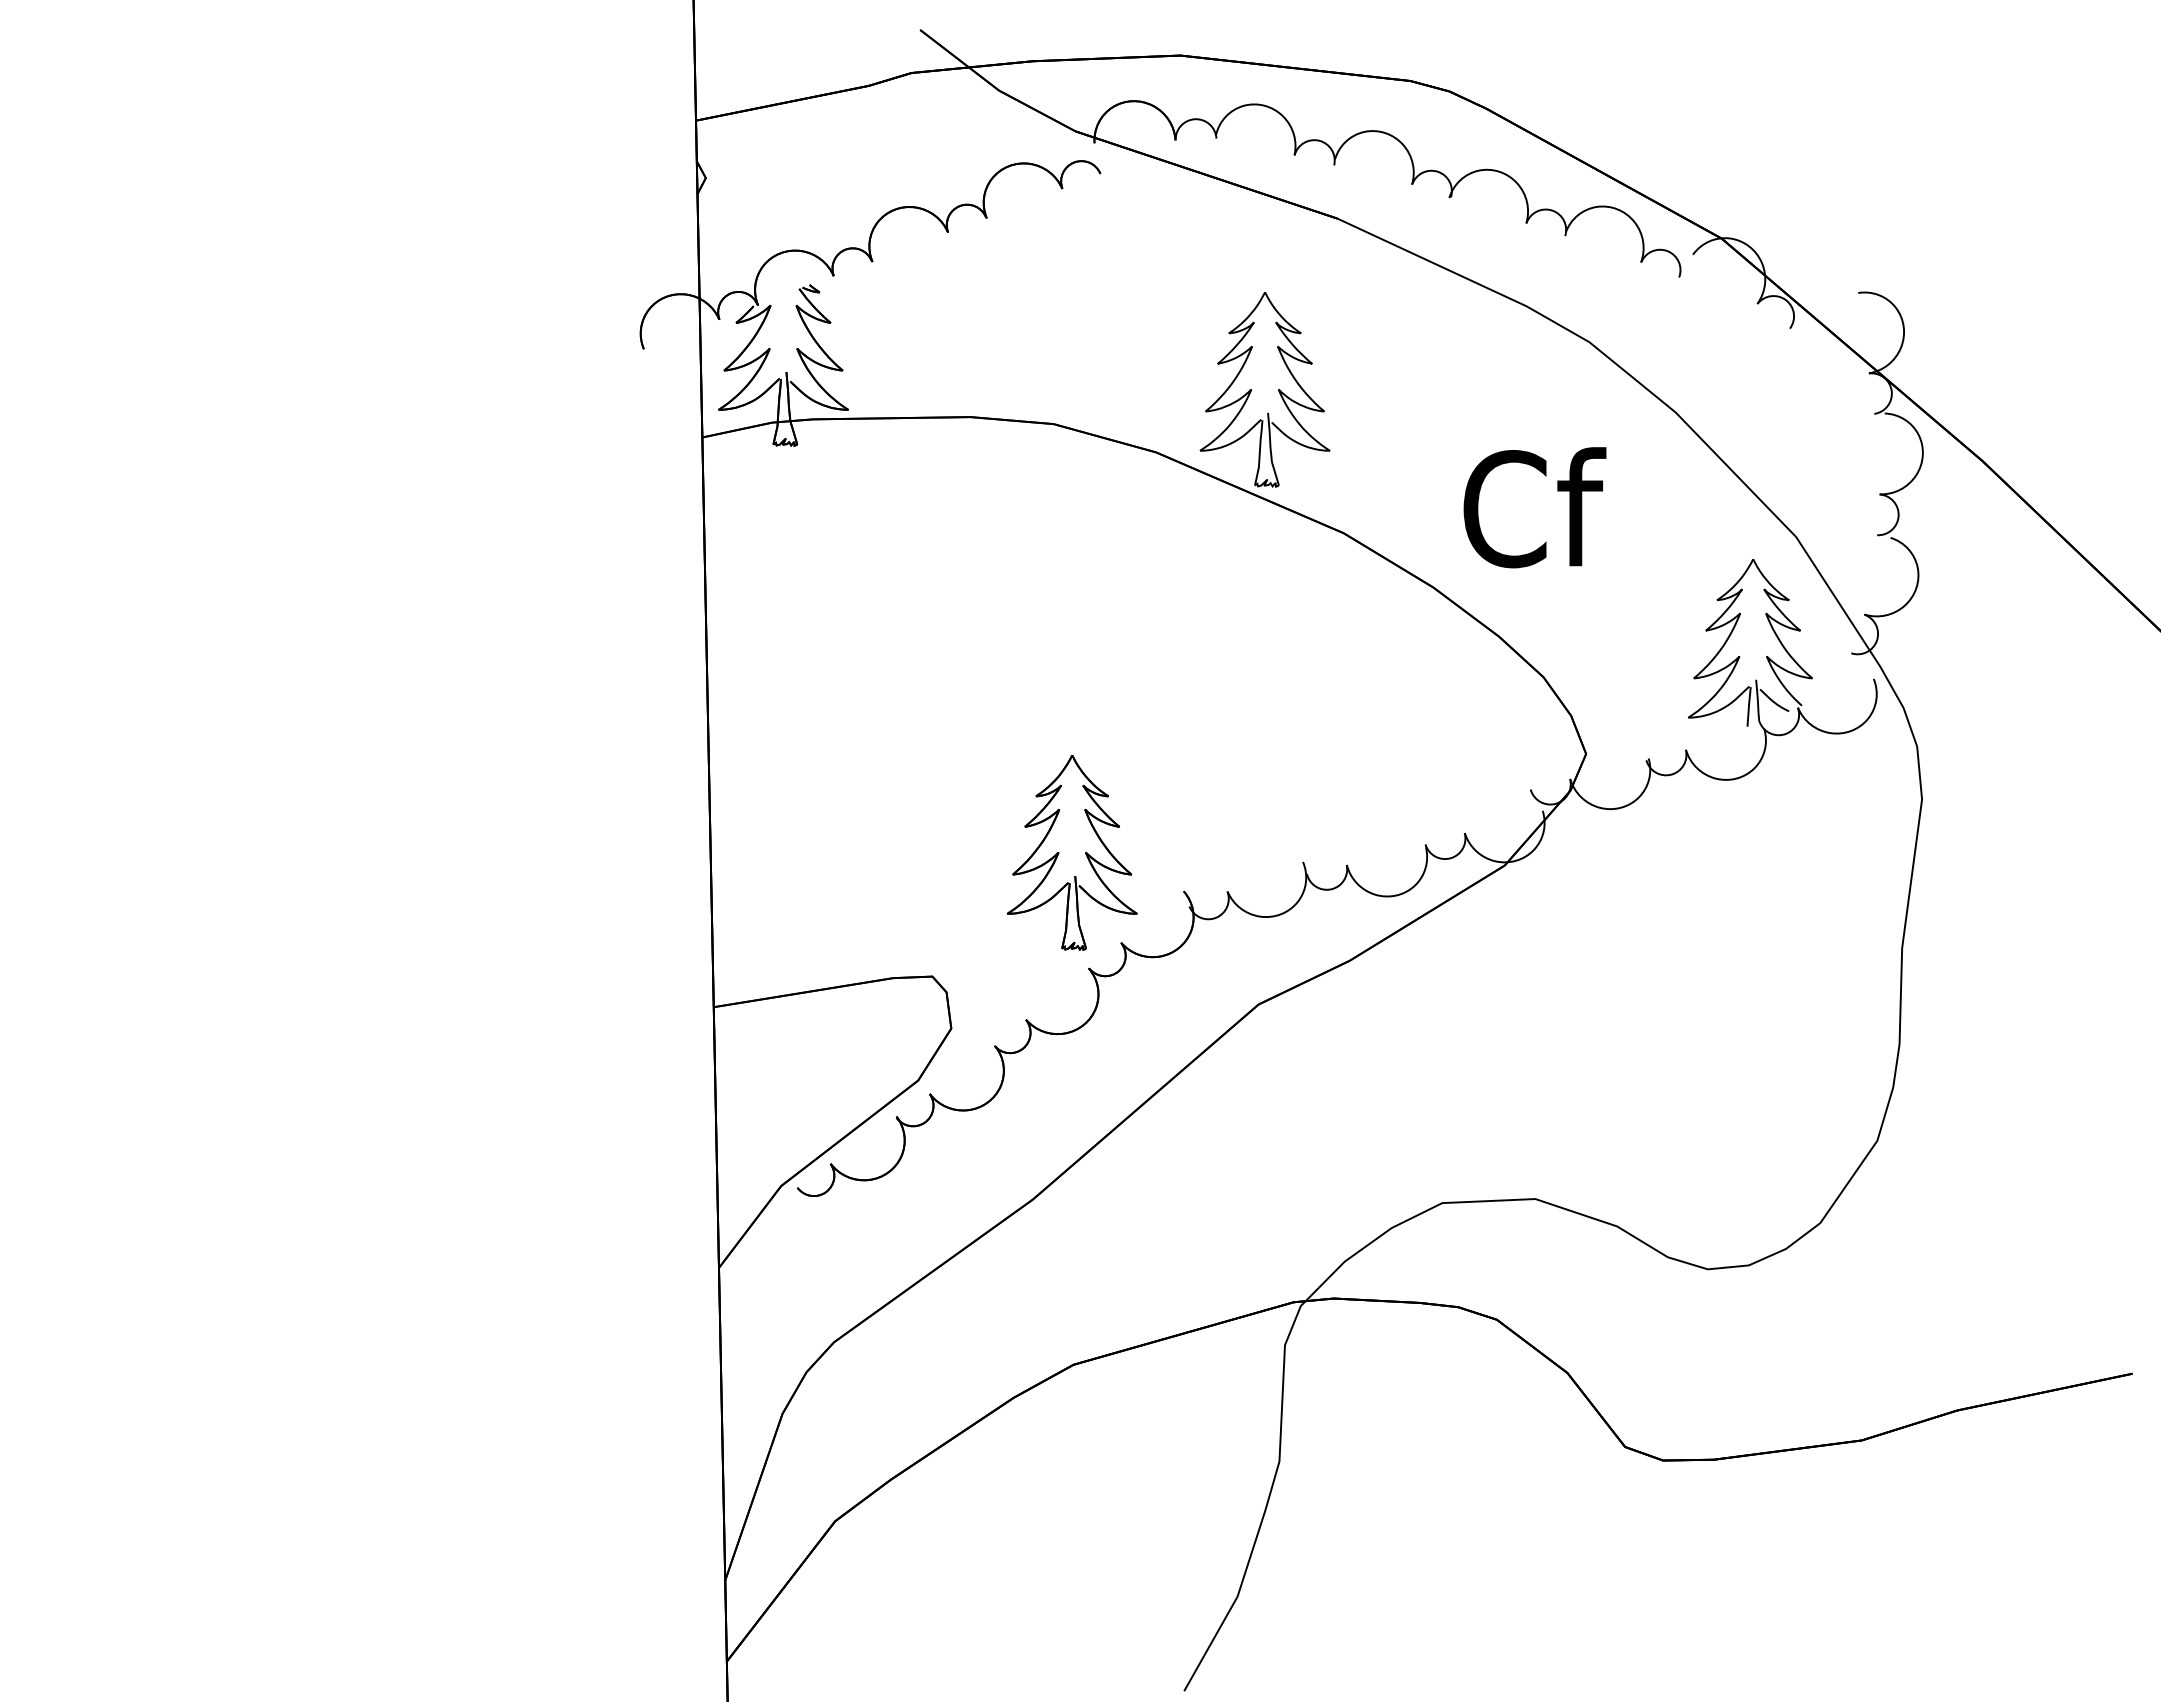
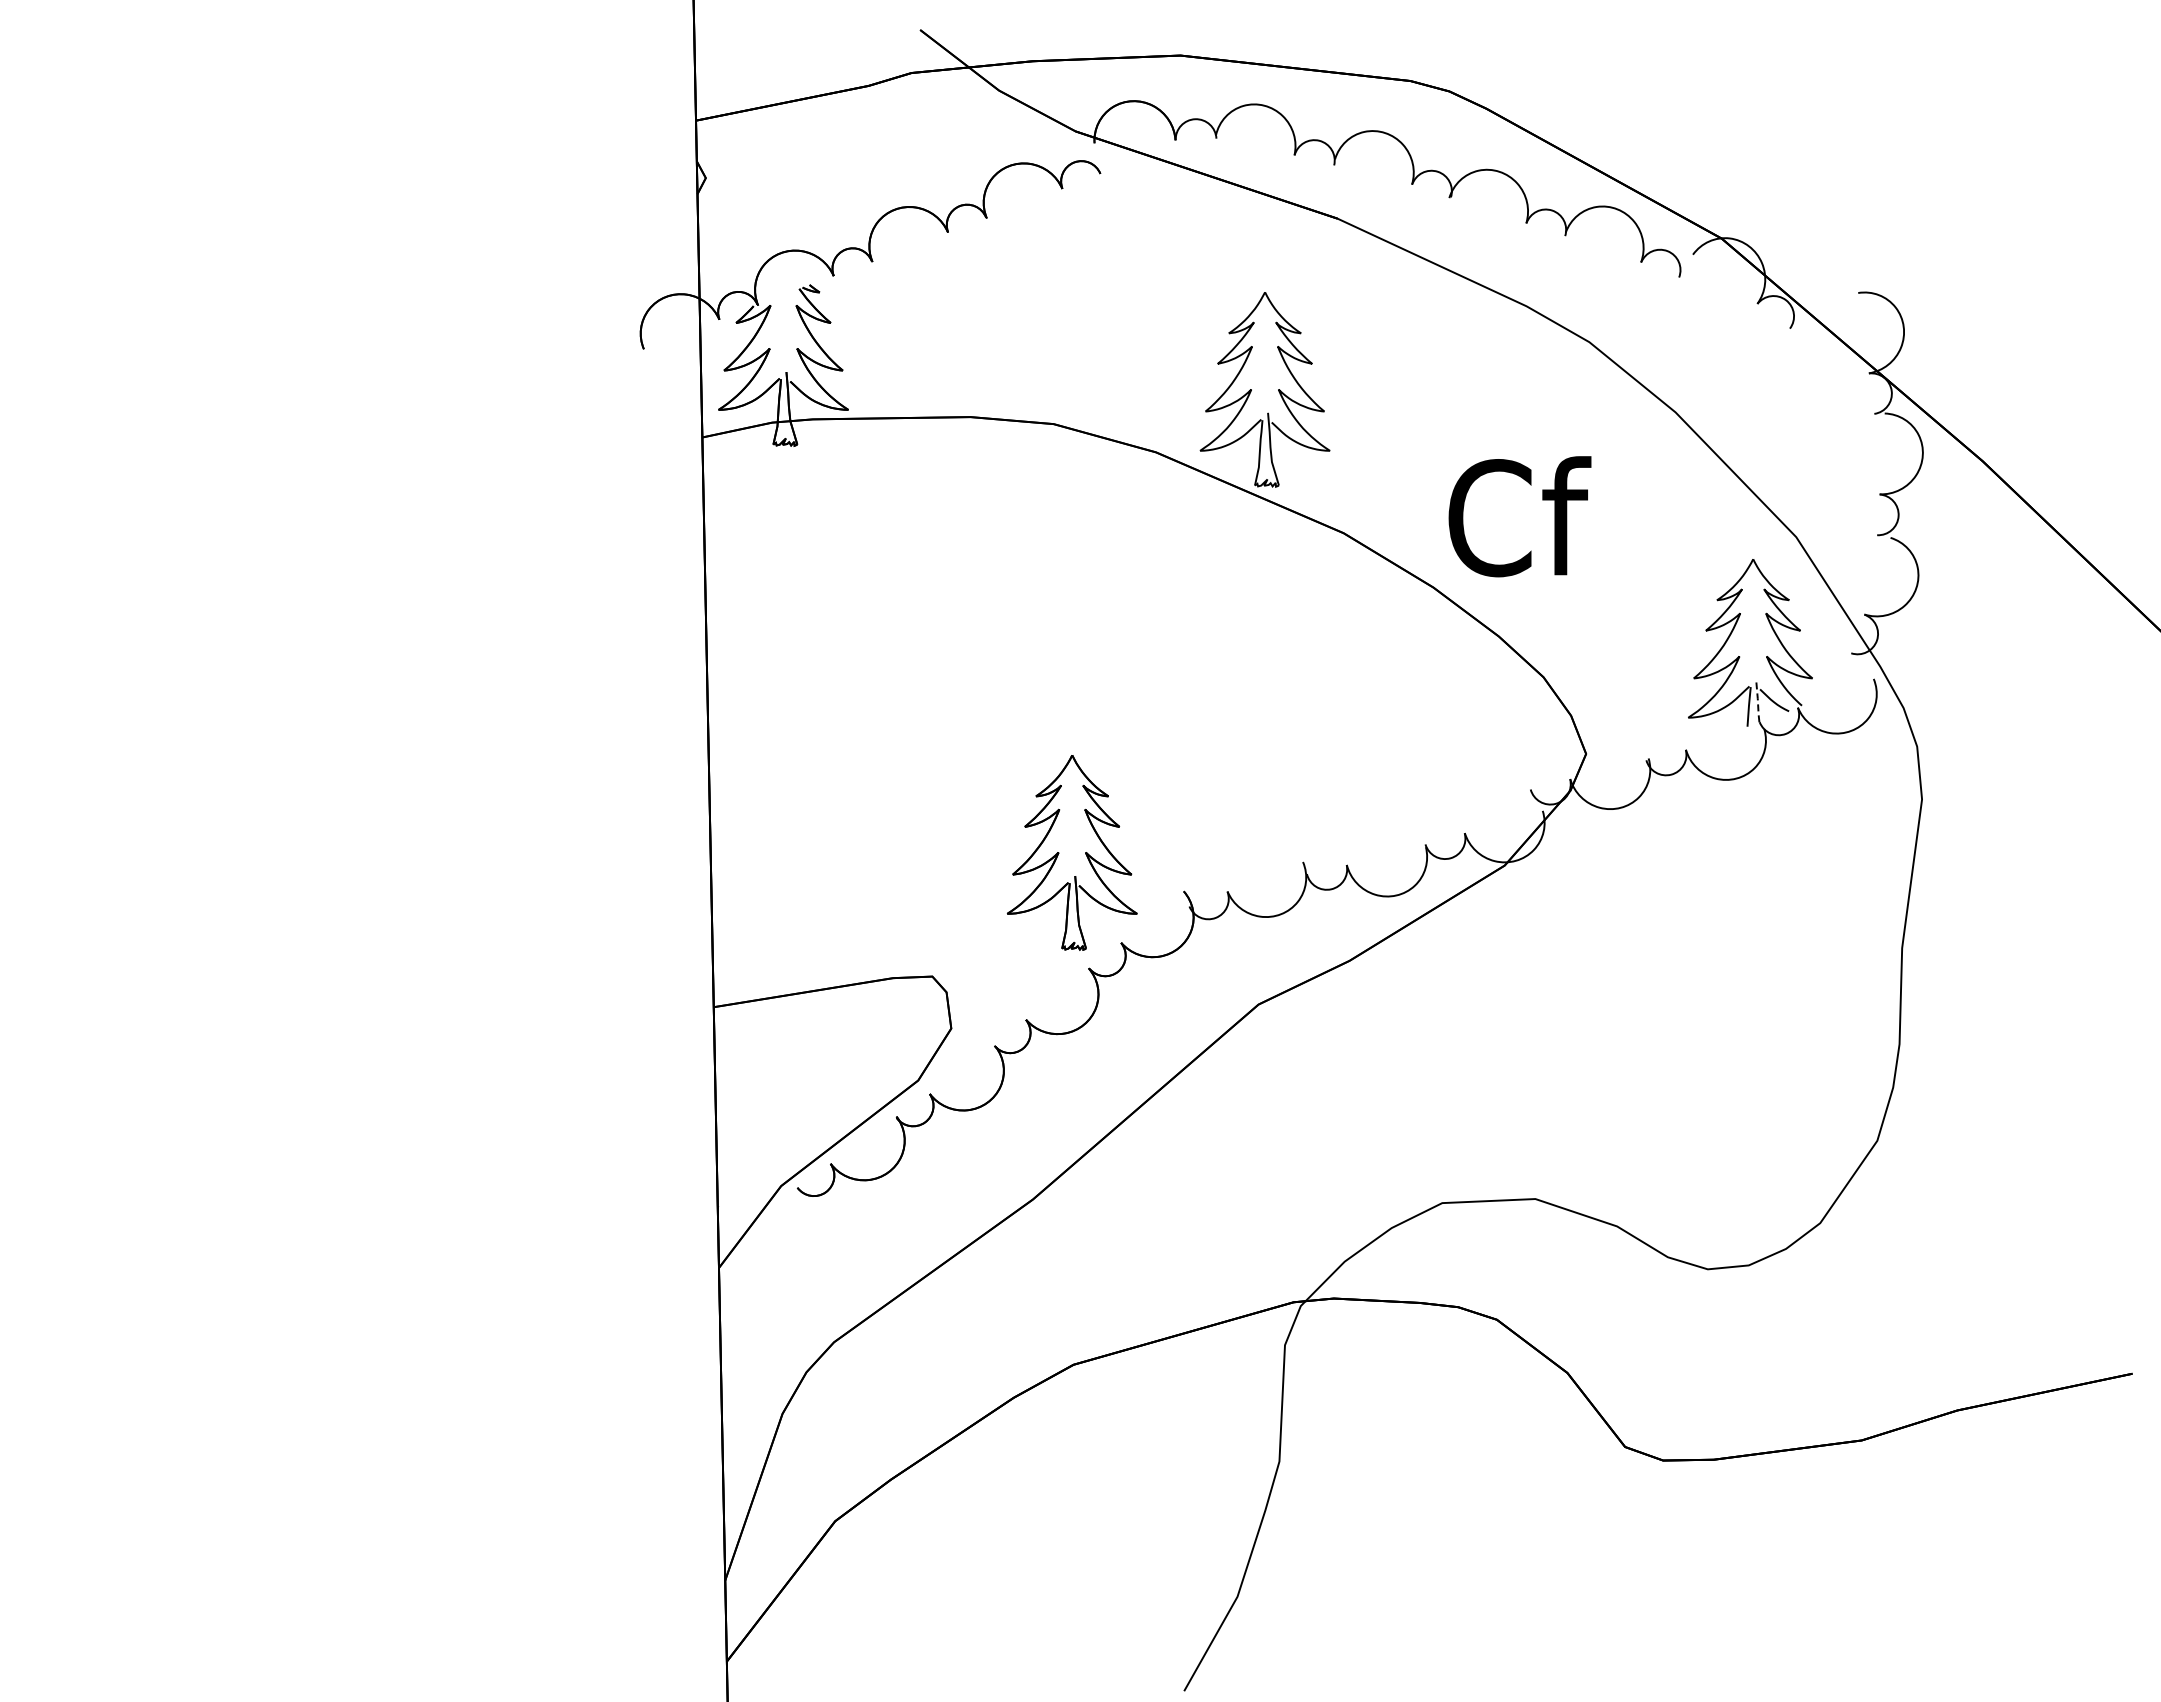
text at (1534, 507) position: (1534, 507) -> (1519, 516)
line at (1757, 700): solid -> dashed
